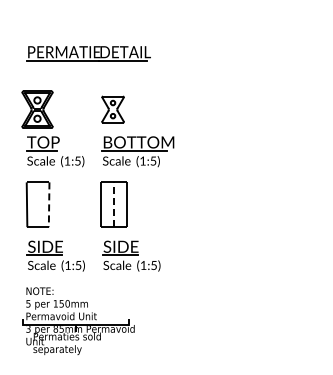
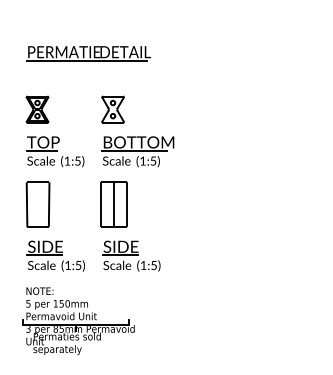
part at (37, 109) size: 33x39 px -> 25x29 px
line at (113, 204): dashed -> solid
line at (49, 205): dashed -> solid
